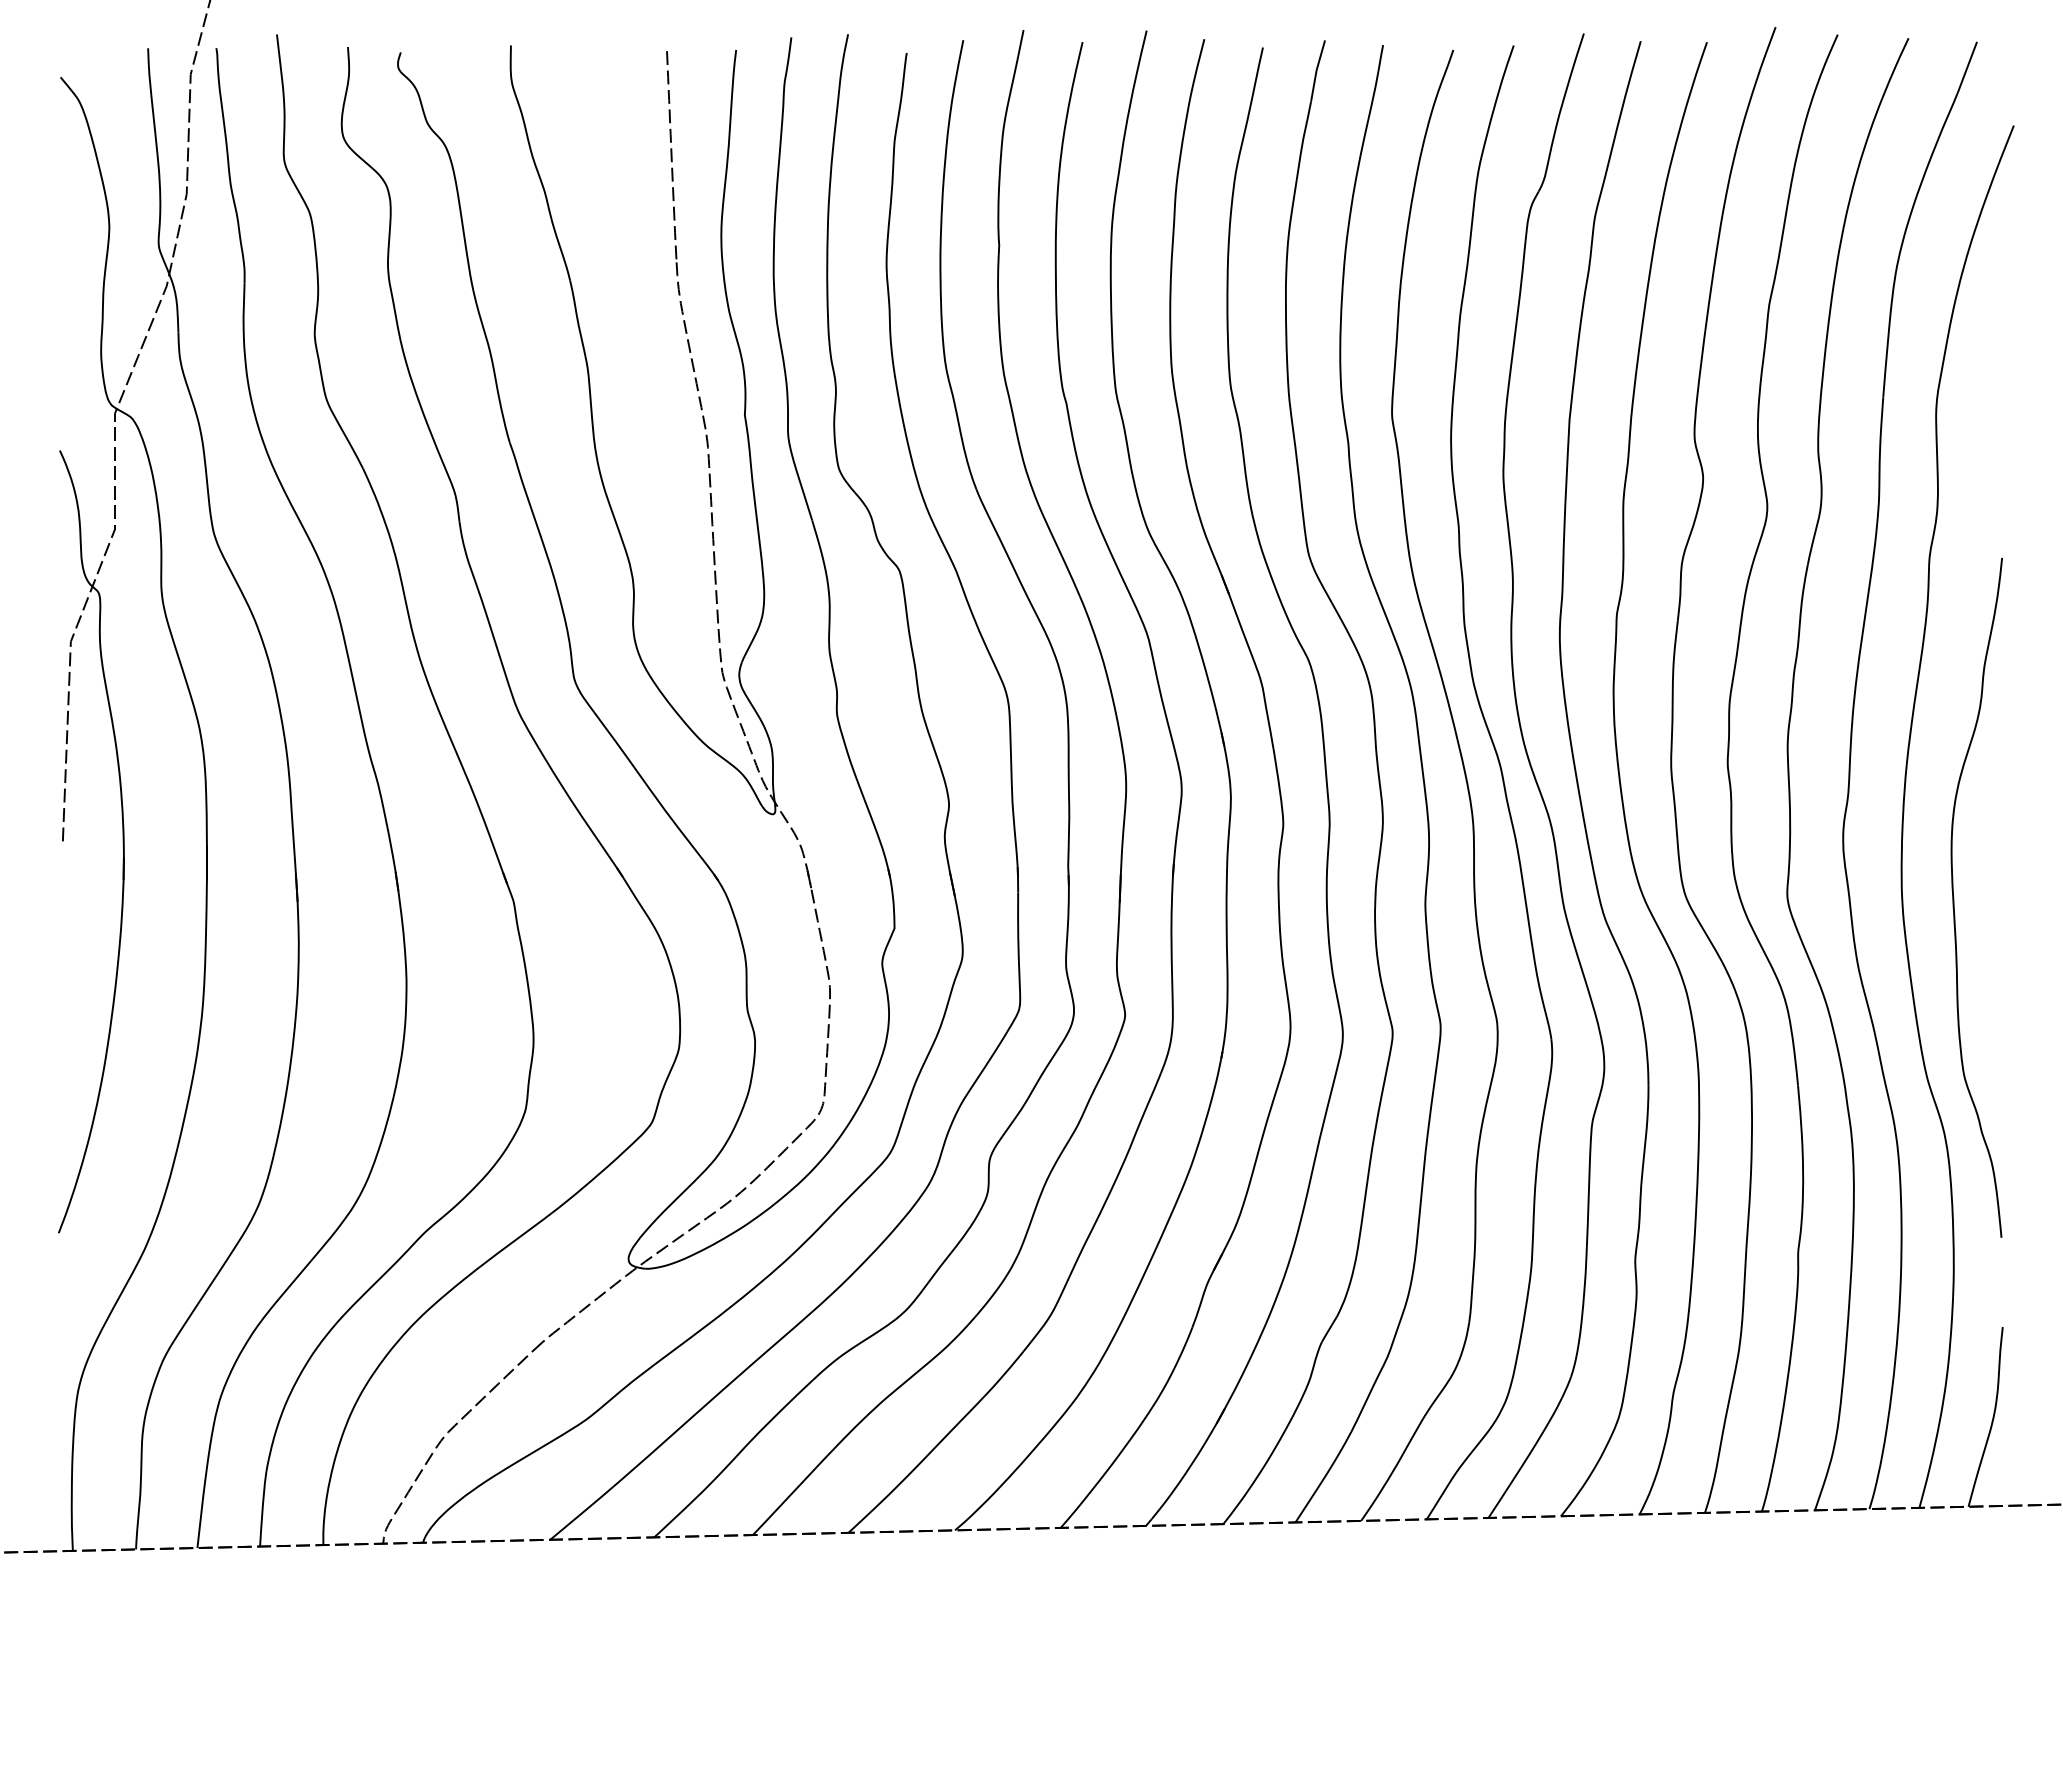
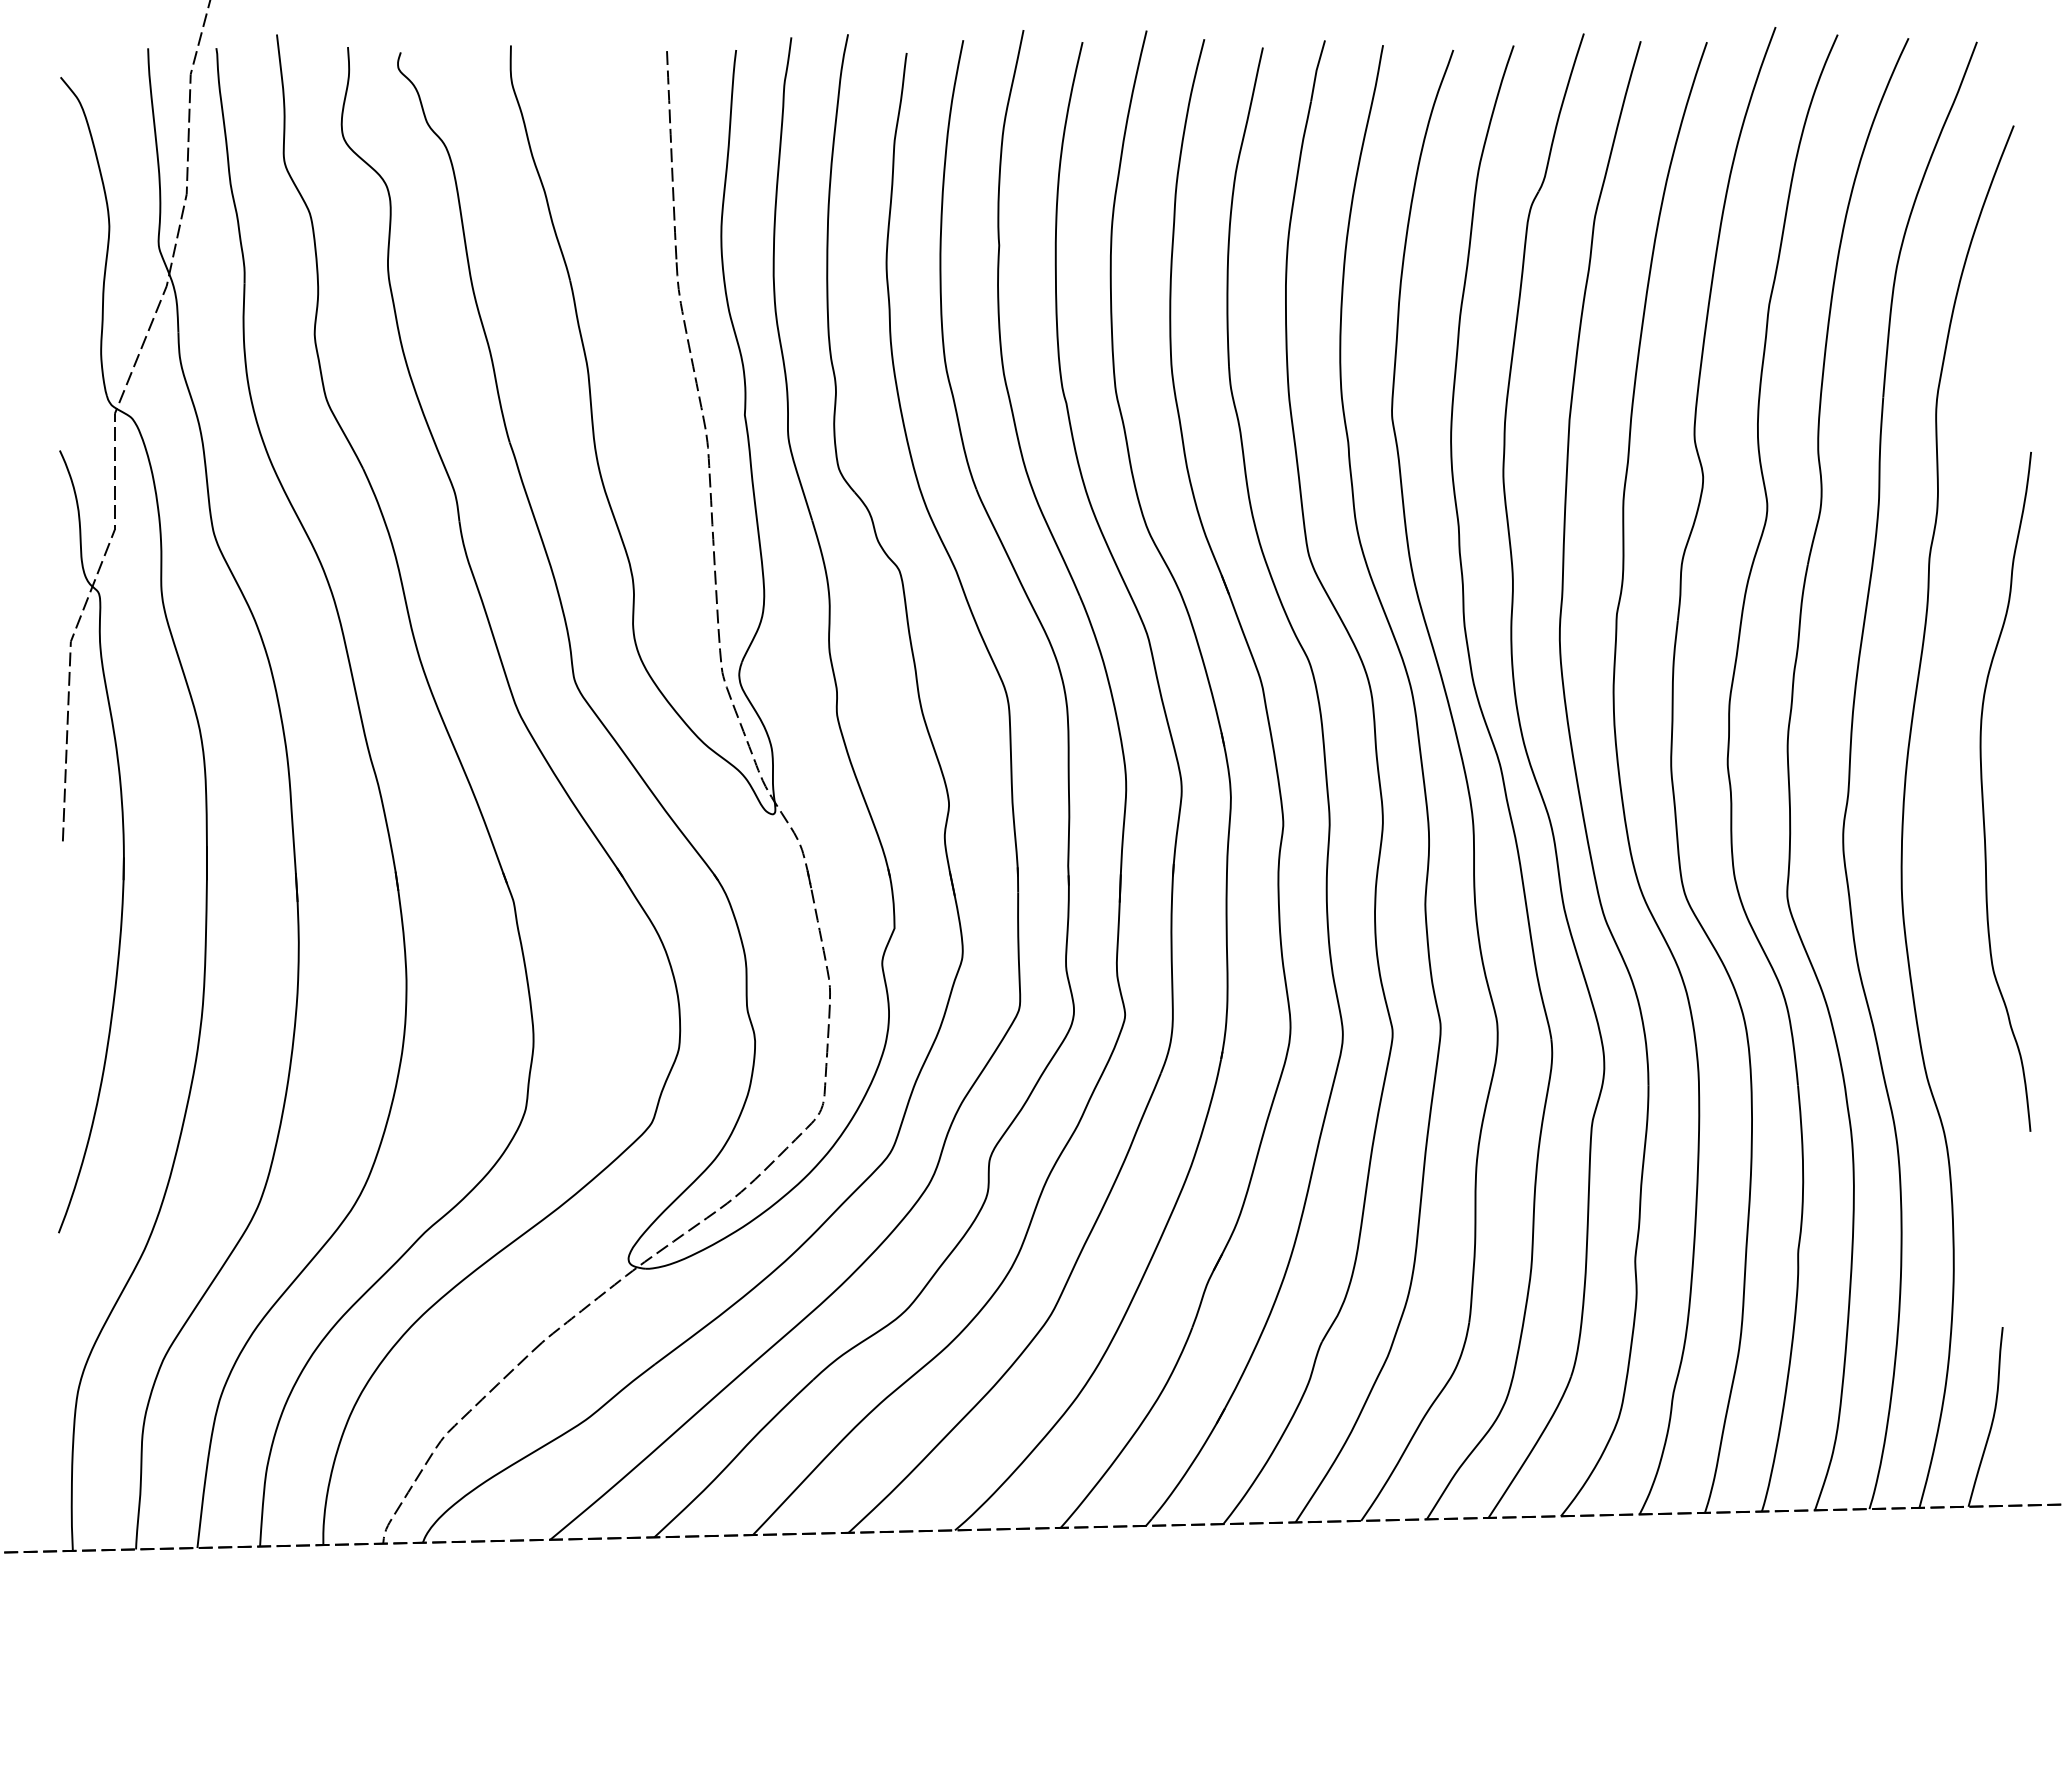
curve at (1954, 897) position: (1954, 897) -> (1983, 791)
